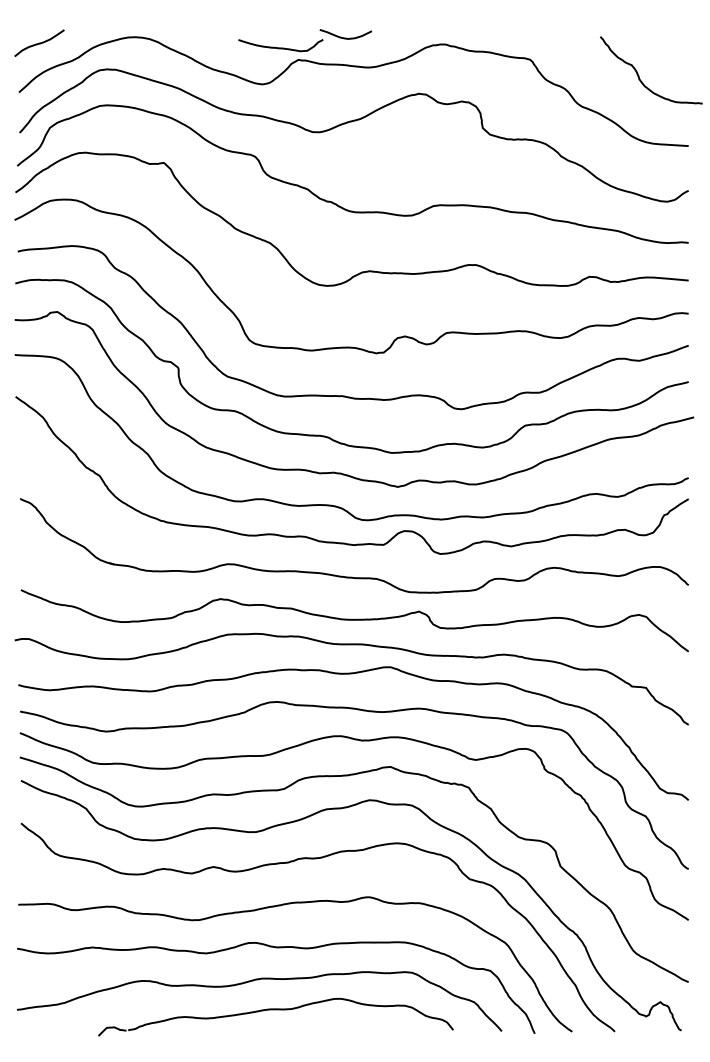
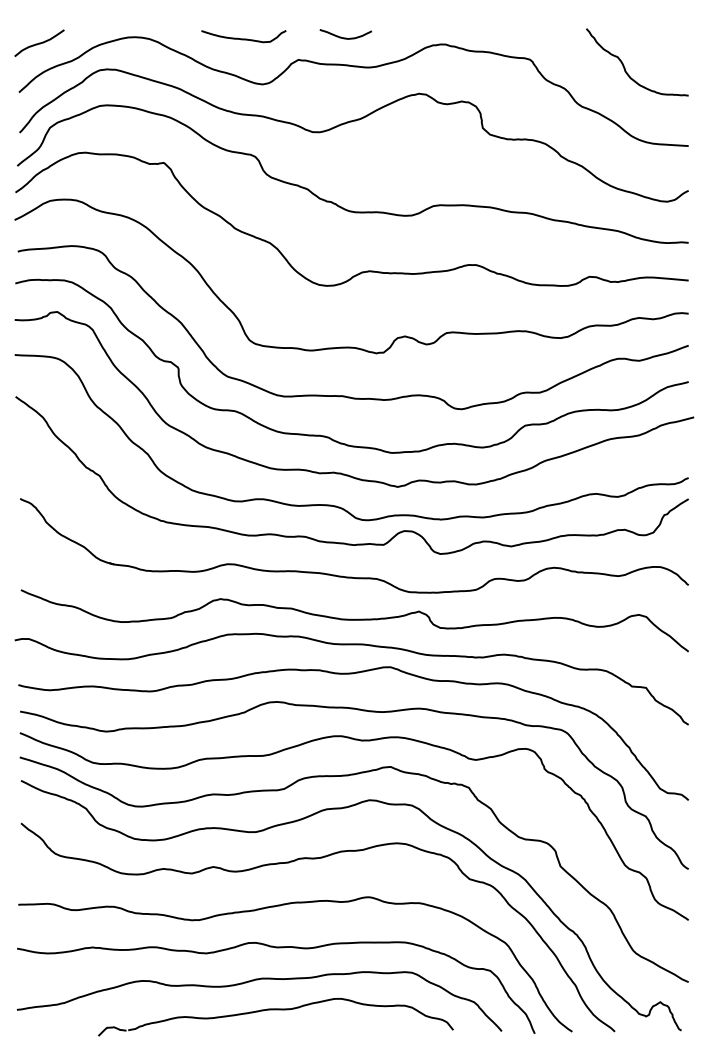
curve at (280, 47) position: (280, 47) -> (243, 38)
curve at (639, 75) position: (639, 75) -> (625, 67)
